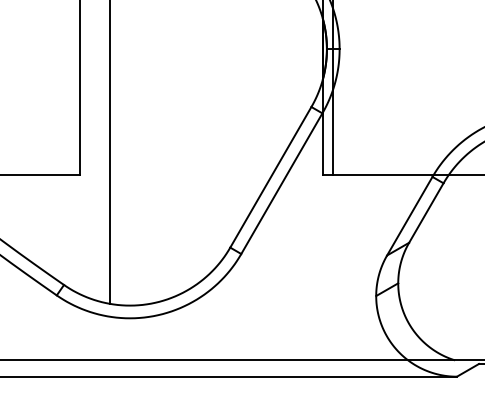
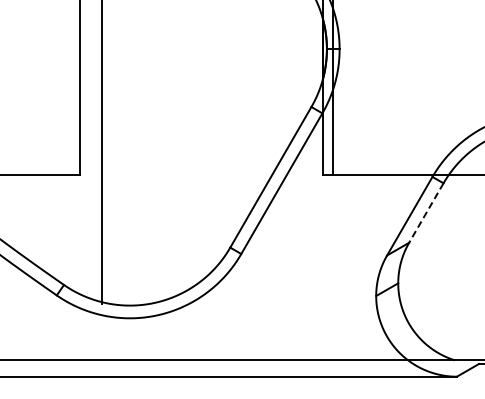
line at (110, 152) position: (110, 152) -> (102, 152)
line at (426, 213): solid -> dashed
